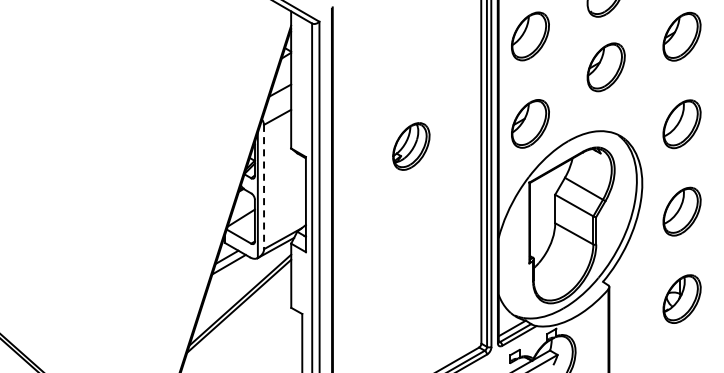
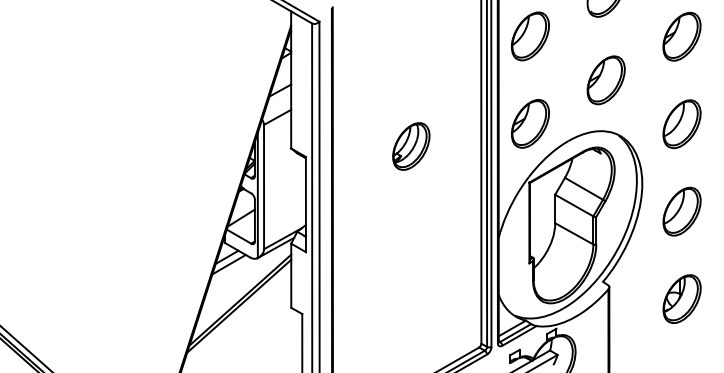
part at (605, 67) position: (605, 67) -> (605, 80)
line at (264, 187): dashed -> solid
line at (25, 348): none -> present
